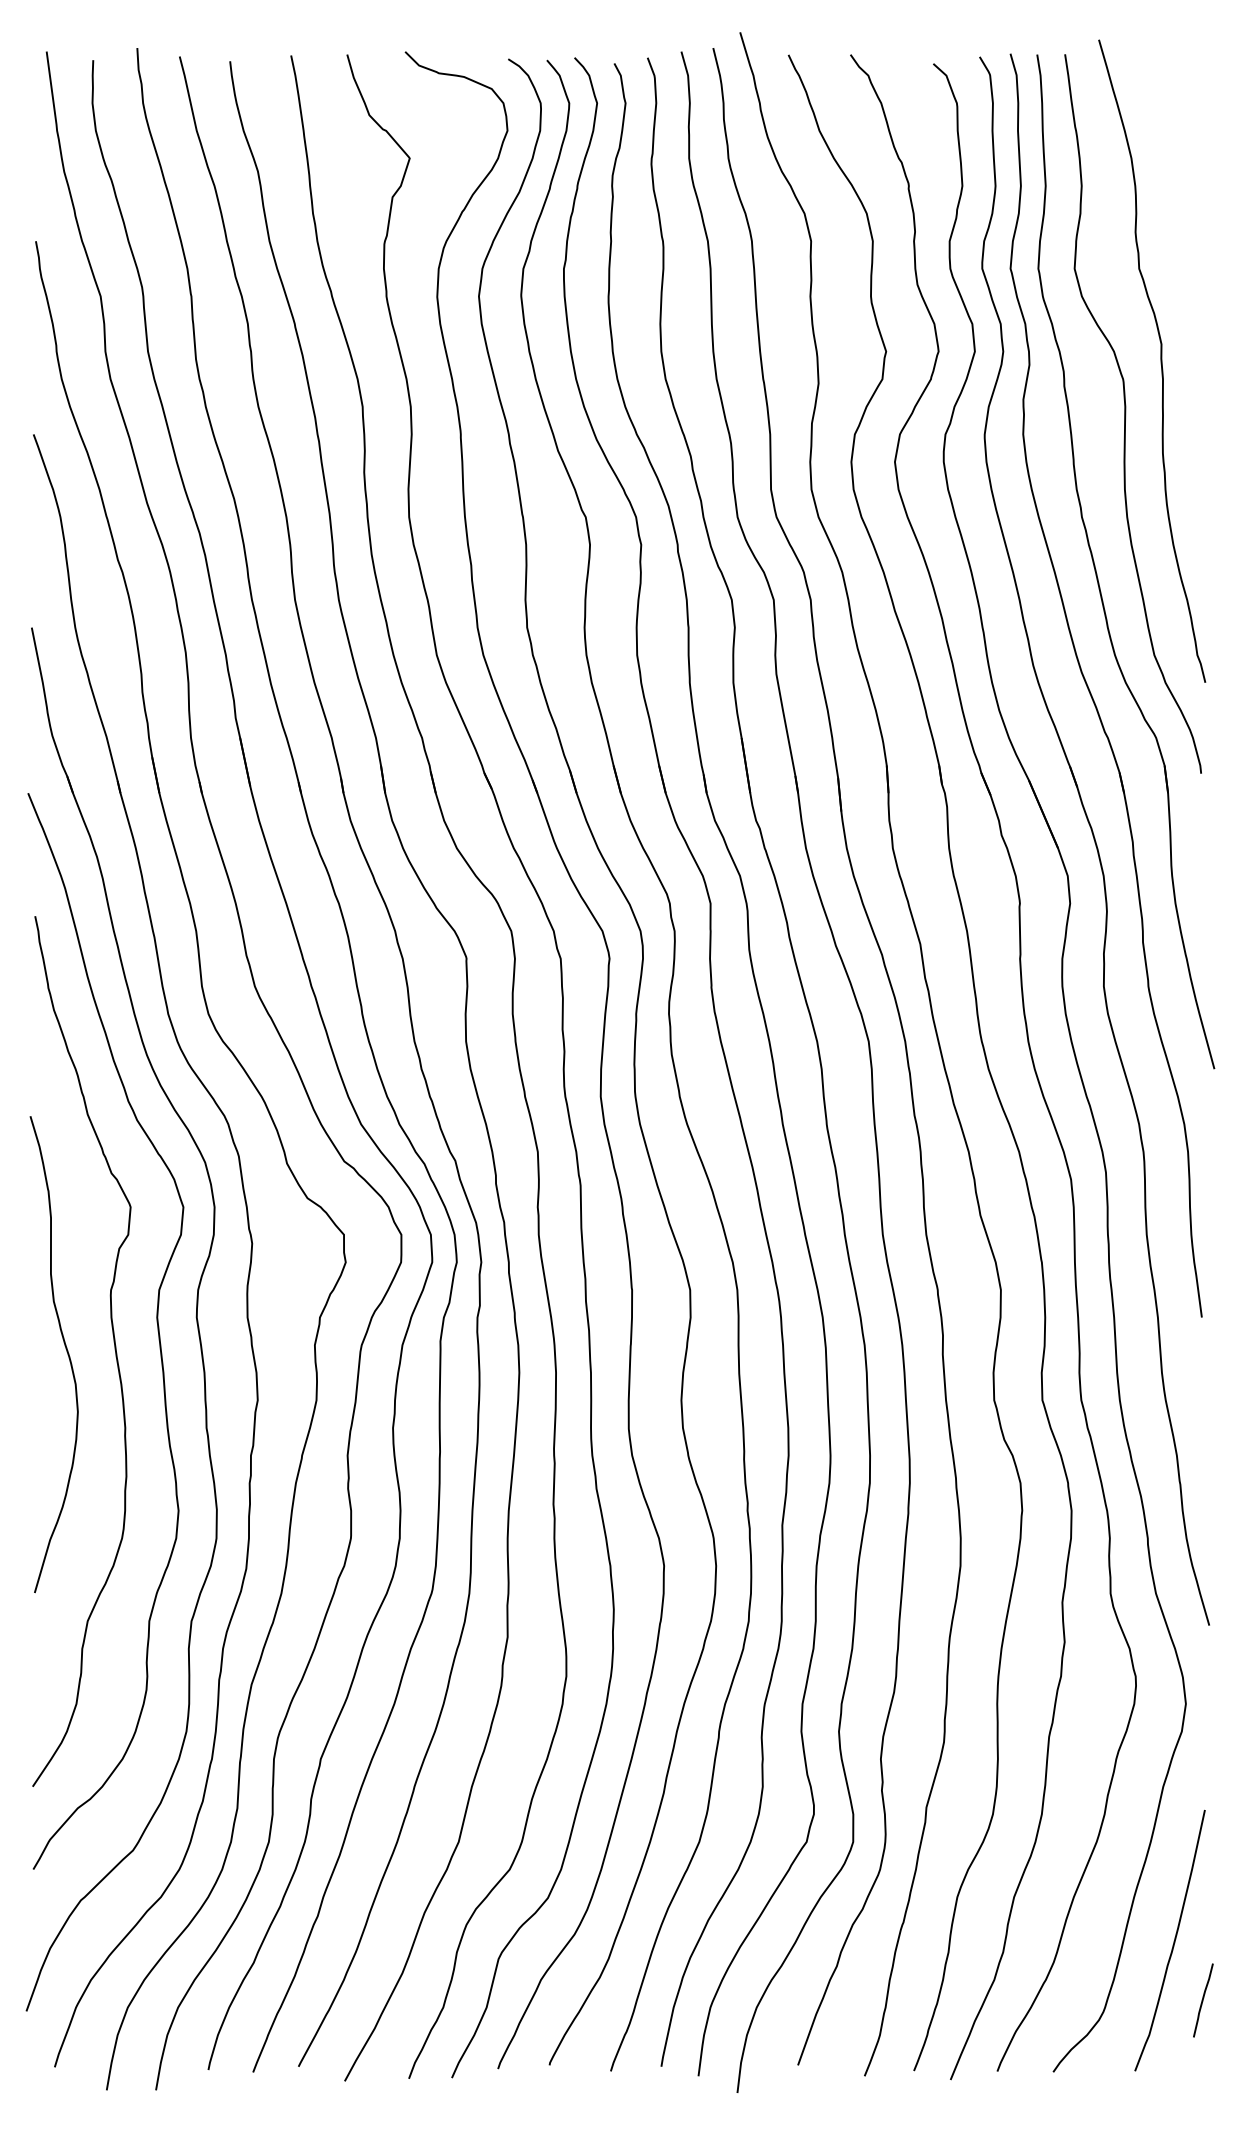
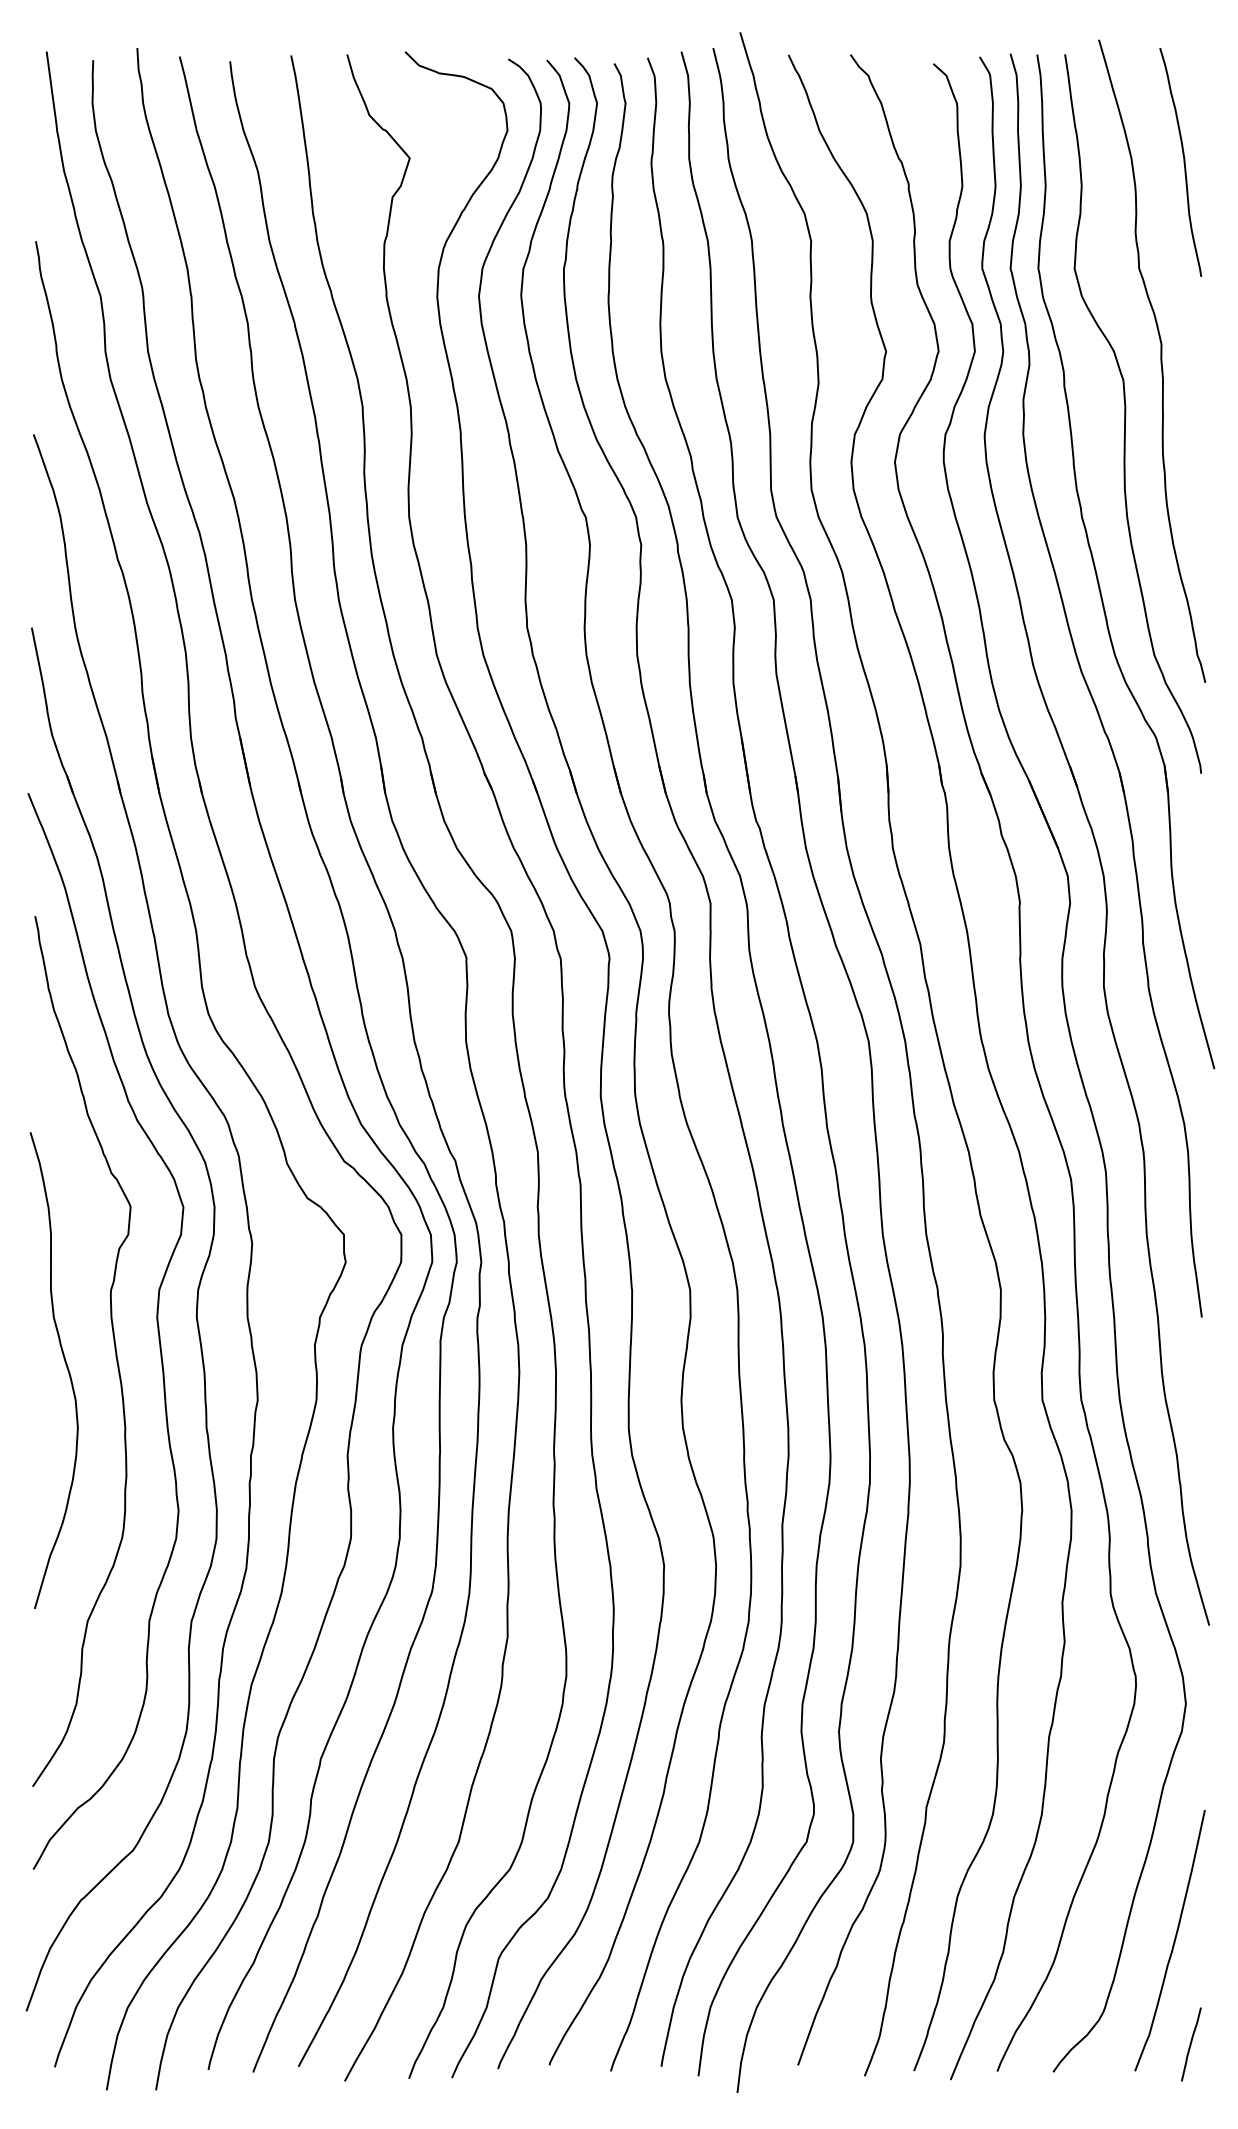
curve at (1183, 162): none -> present
curve at (65, 1349) position: (65, 1349) -> (65, 1365)
curve at (1203, 2000) position: (1203, 2000) -> (1191, 2044)
